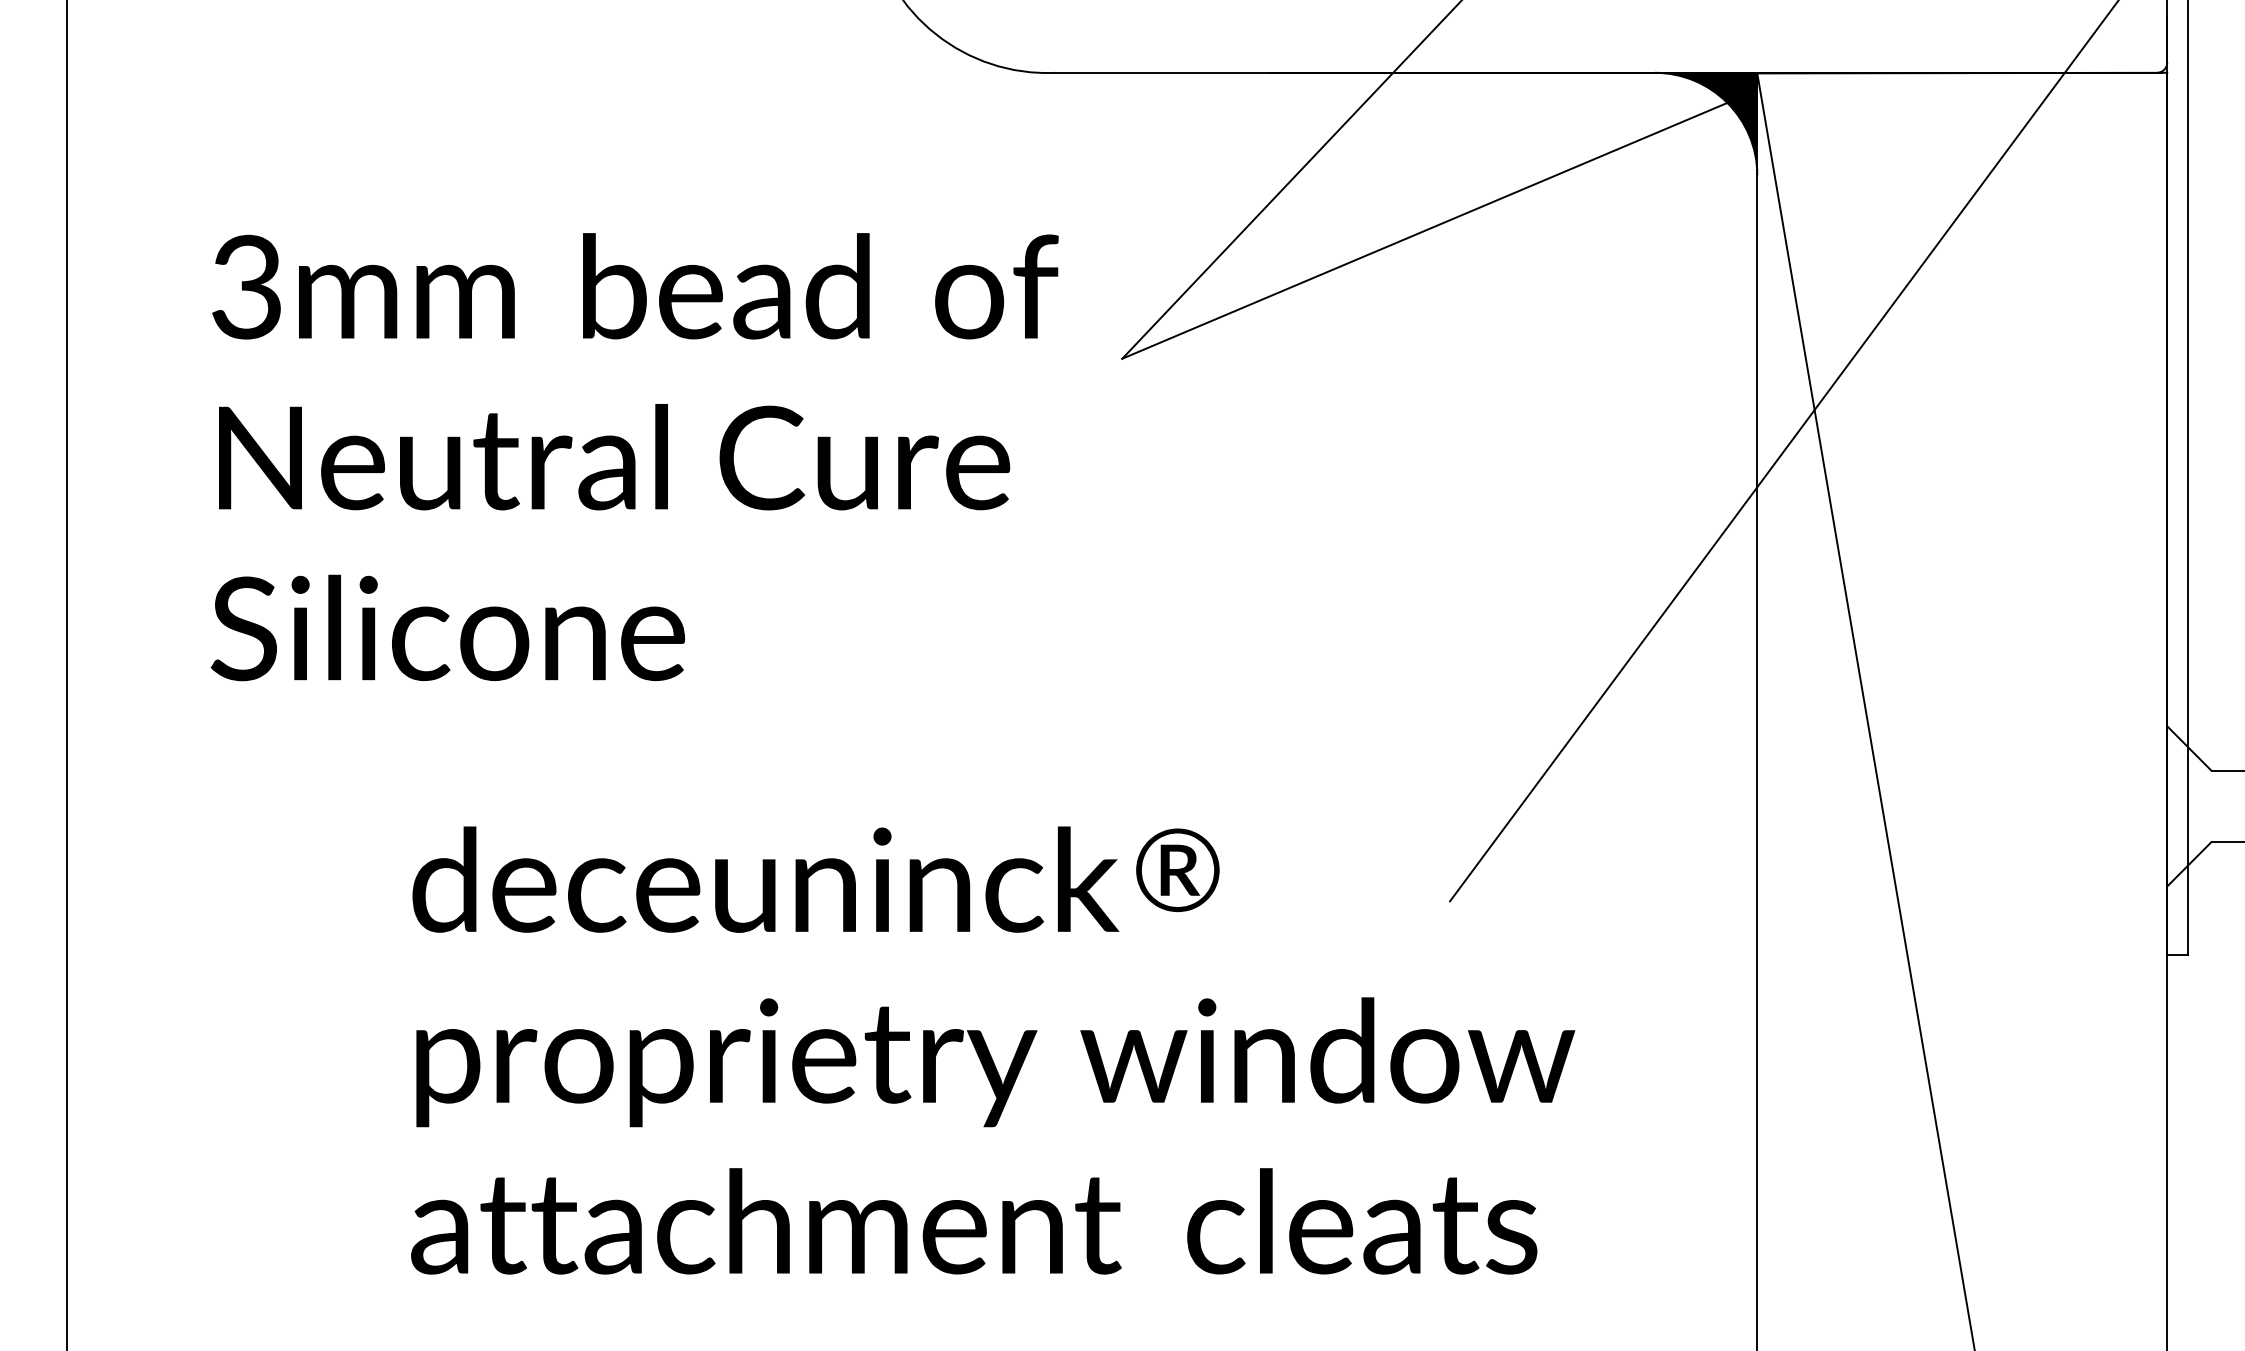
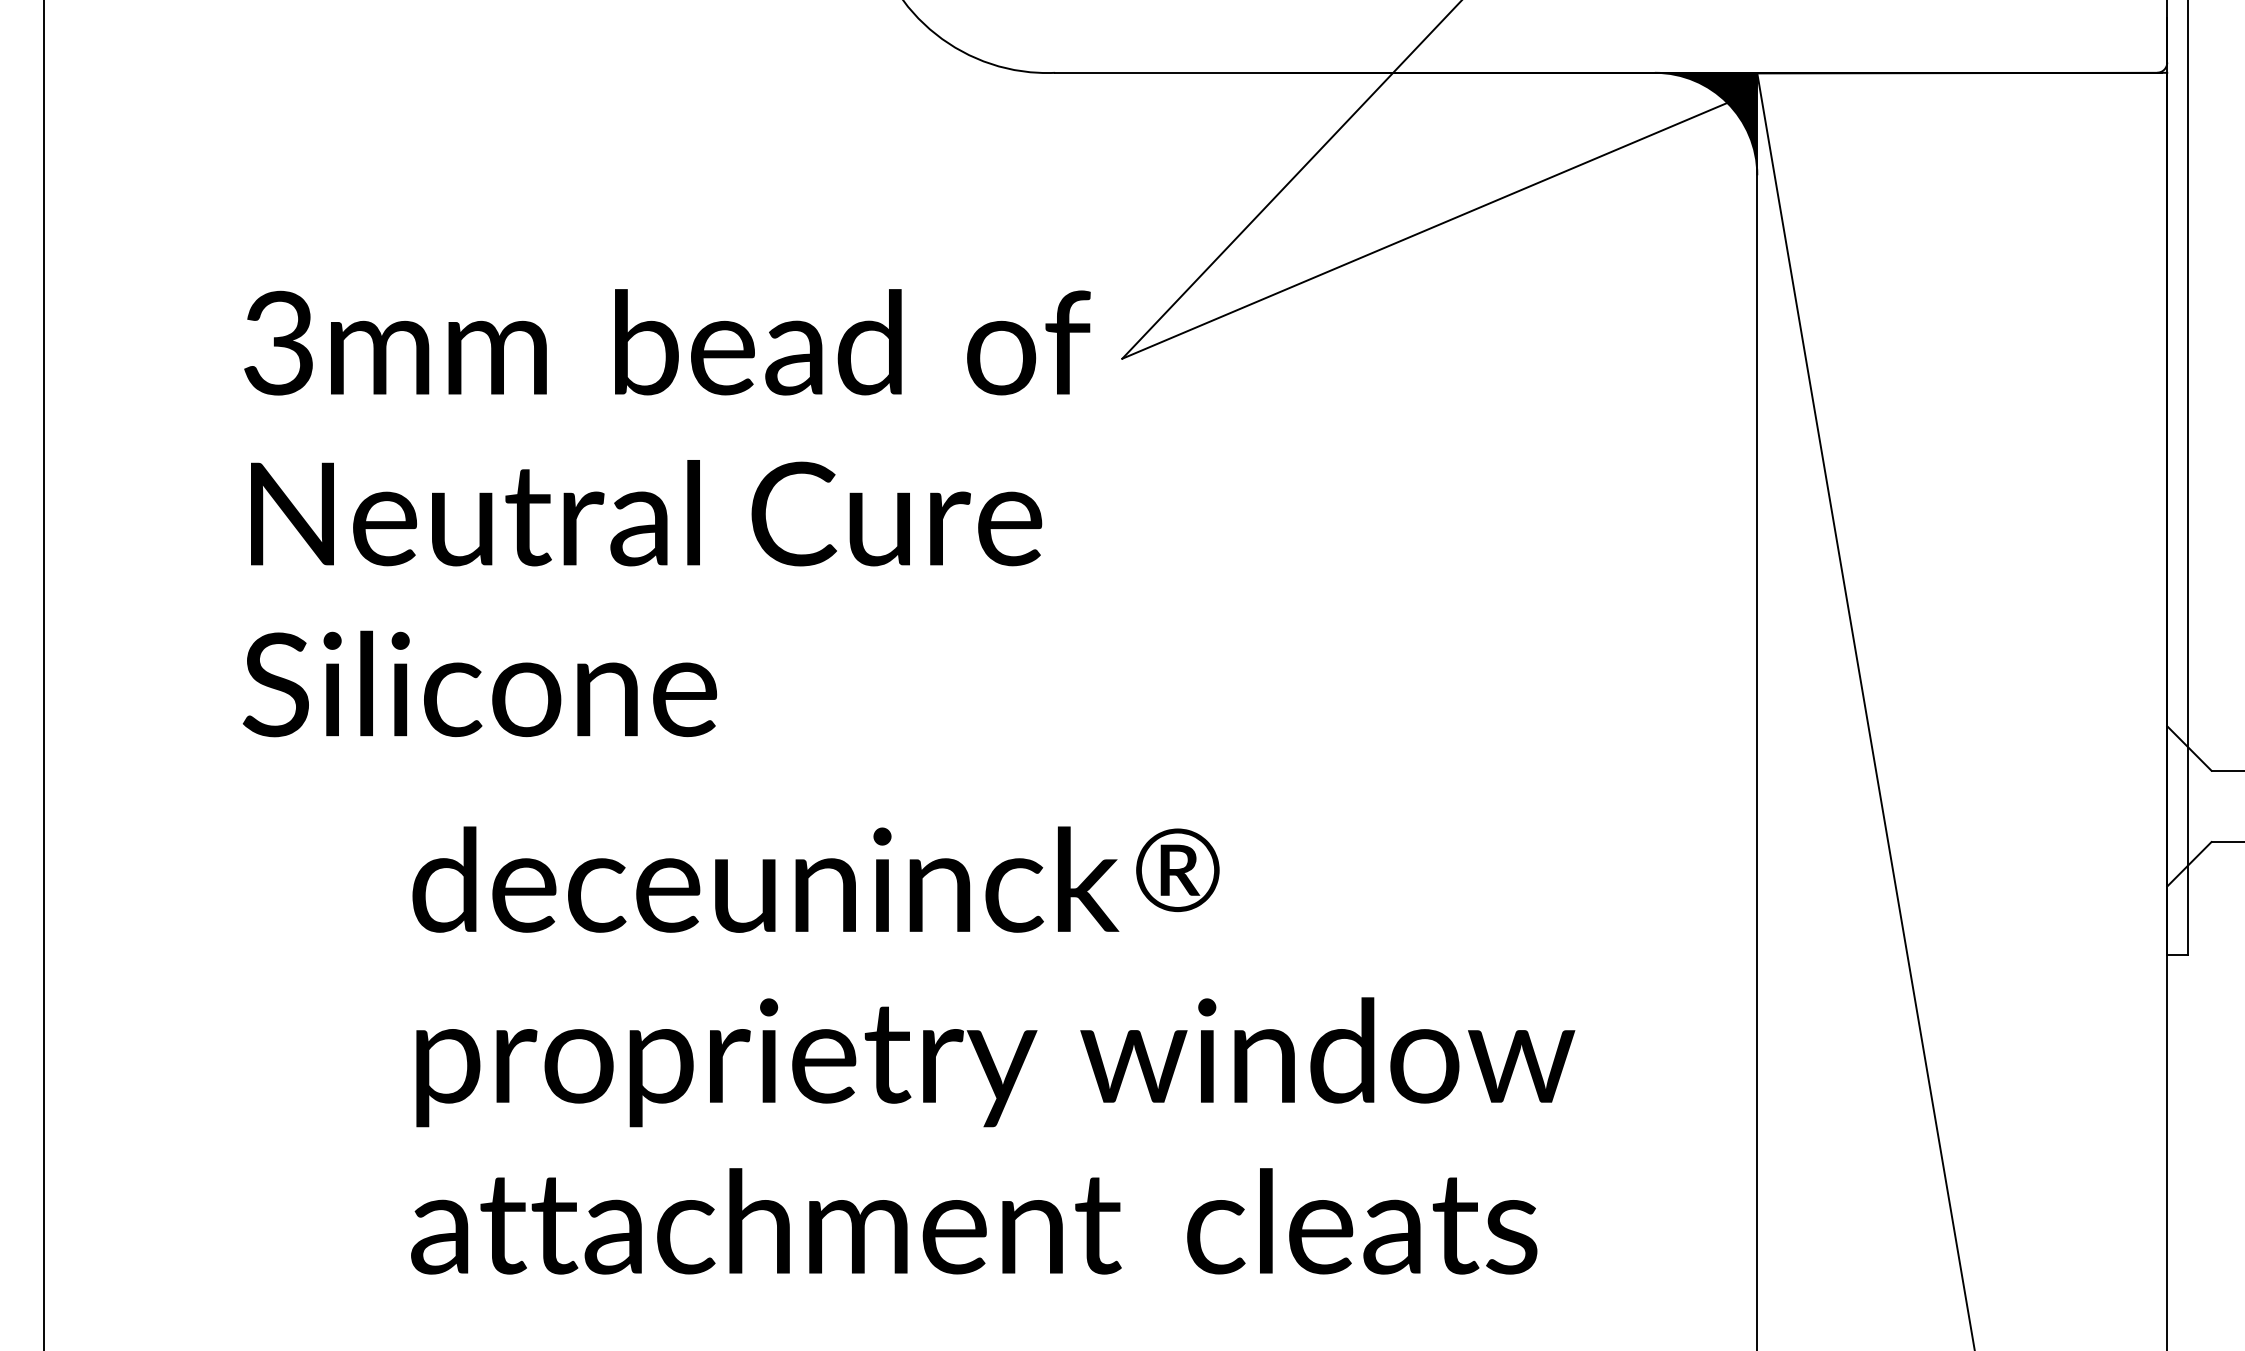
line at (1783, 451): present -> none
text at (634, 457) position: (634, 457) -> (666, 513)
line at (67, 674) position: (67, 674) -> (44, 674)
